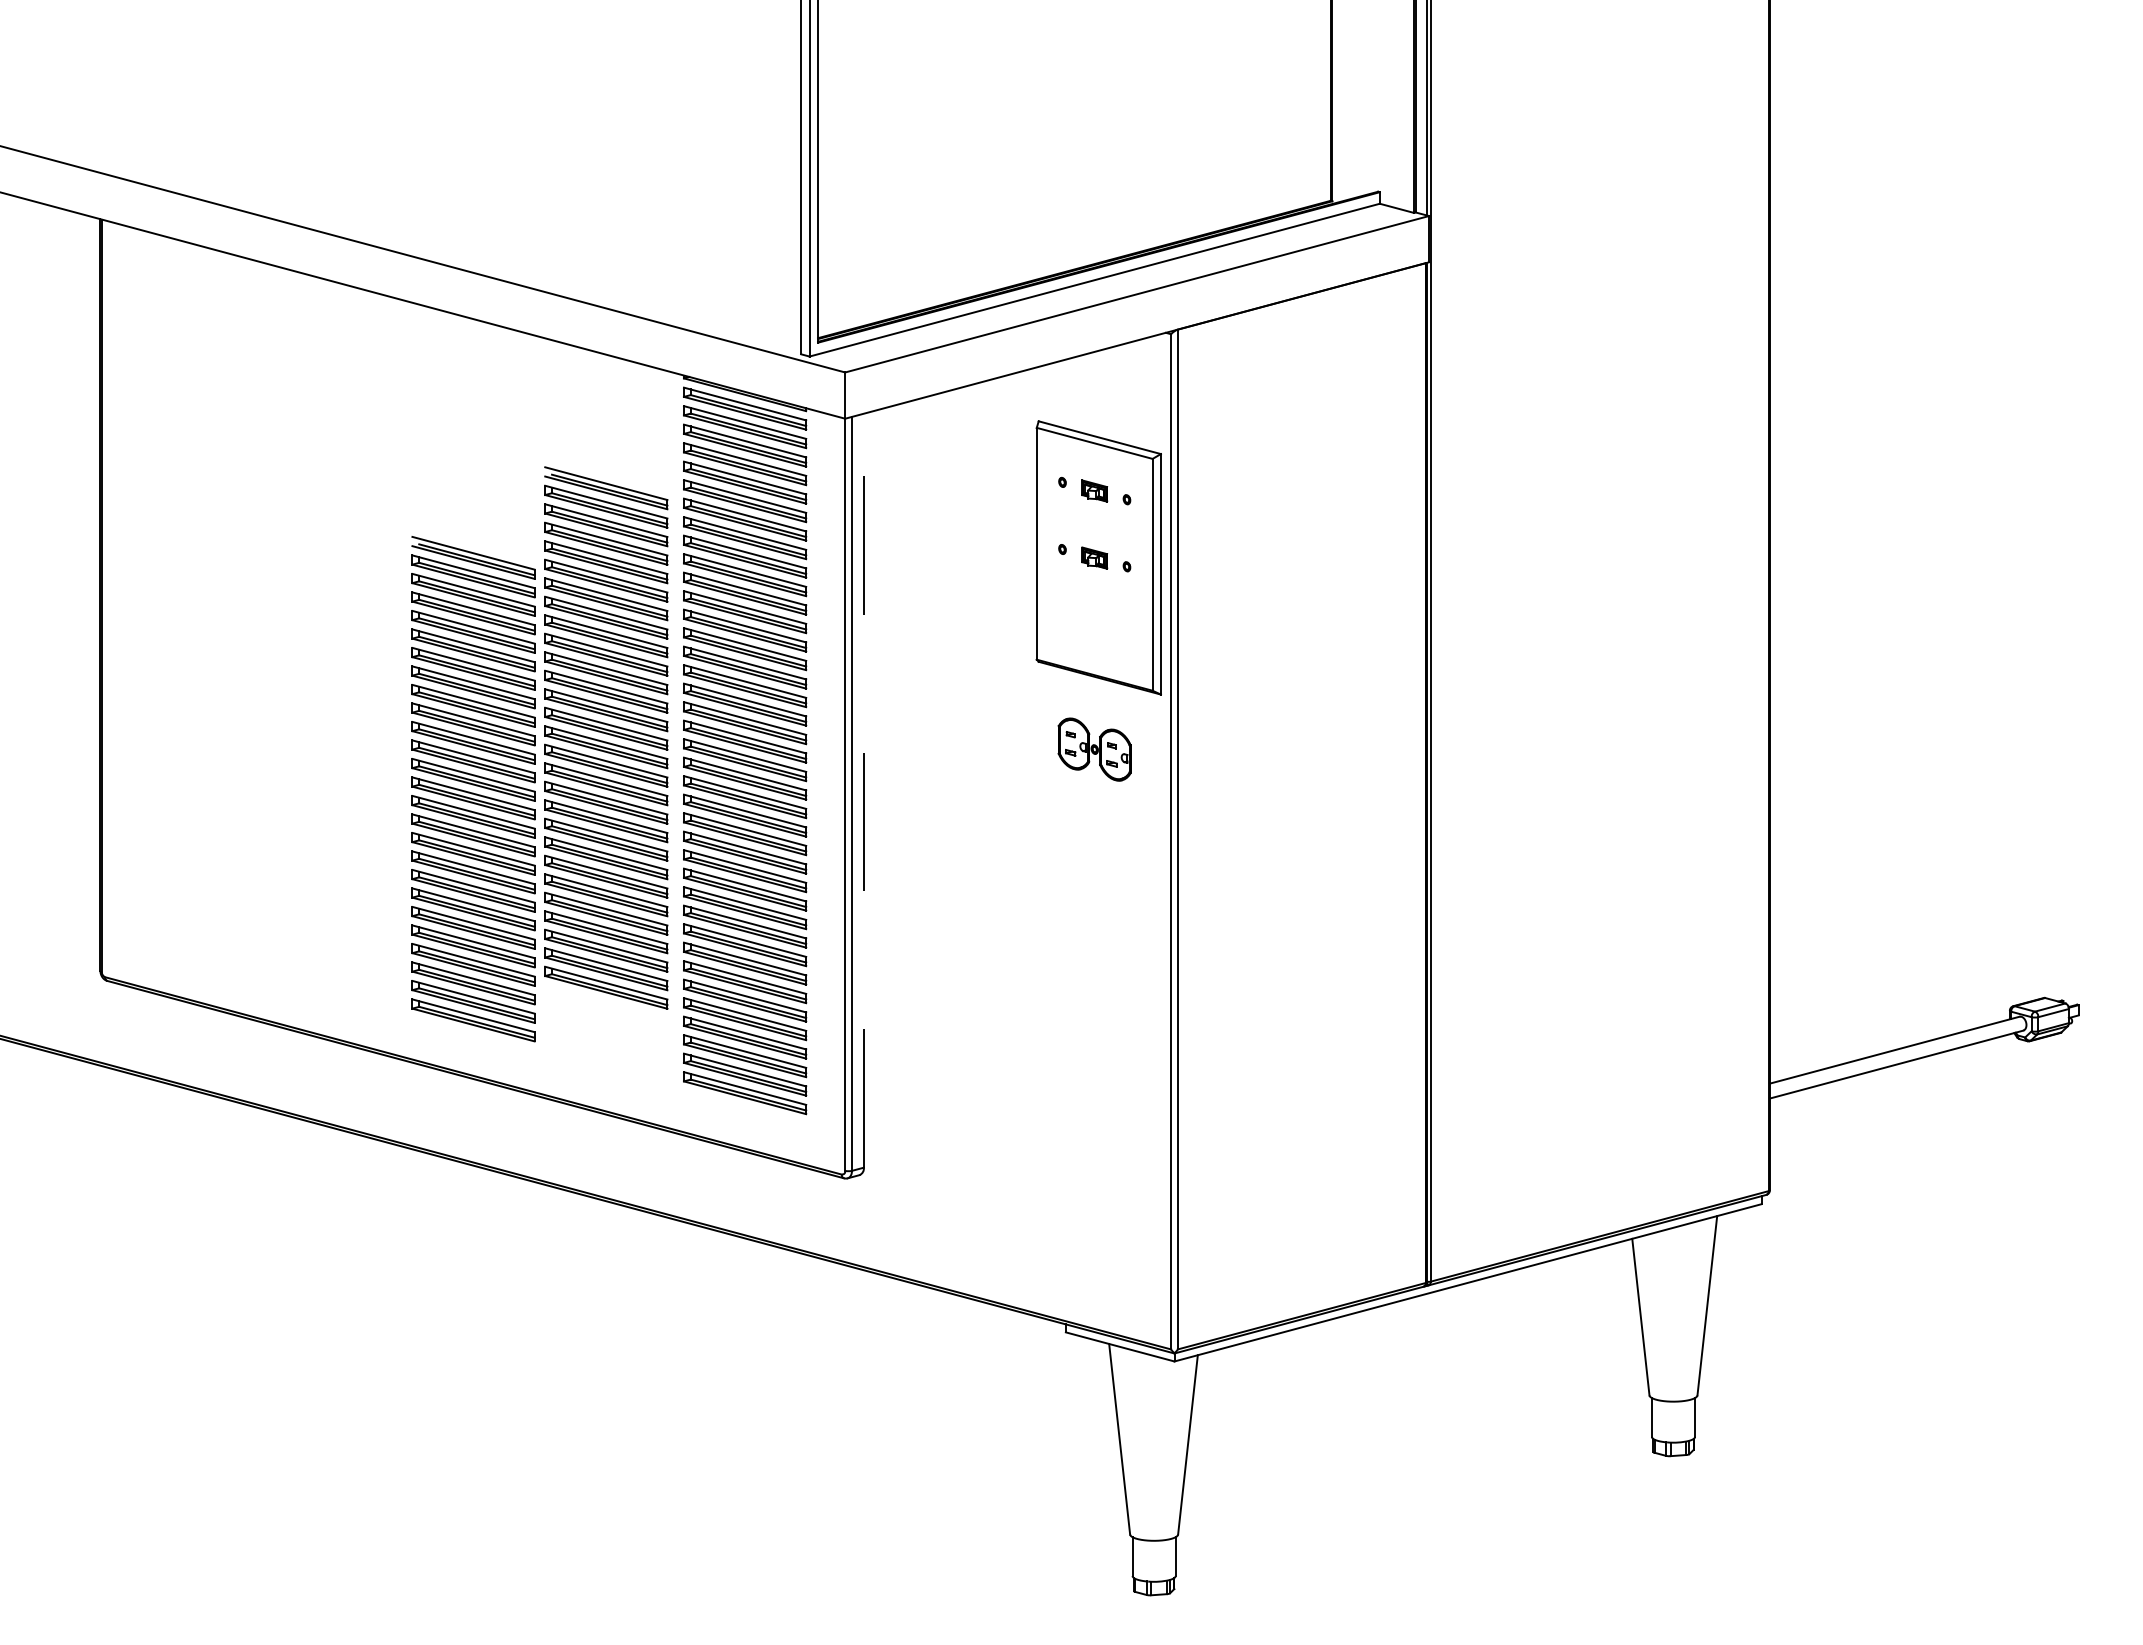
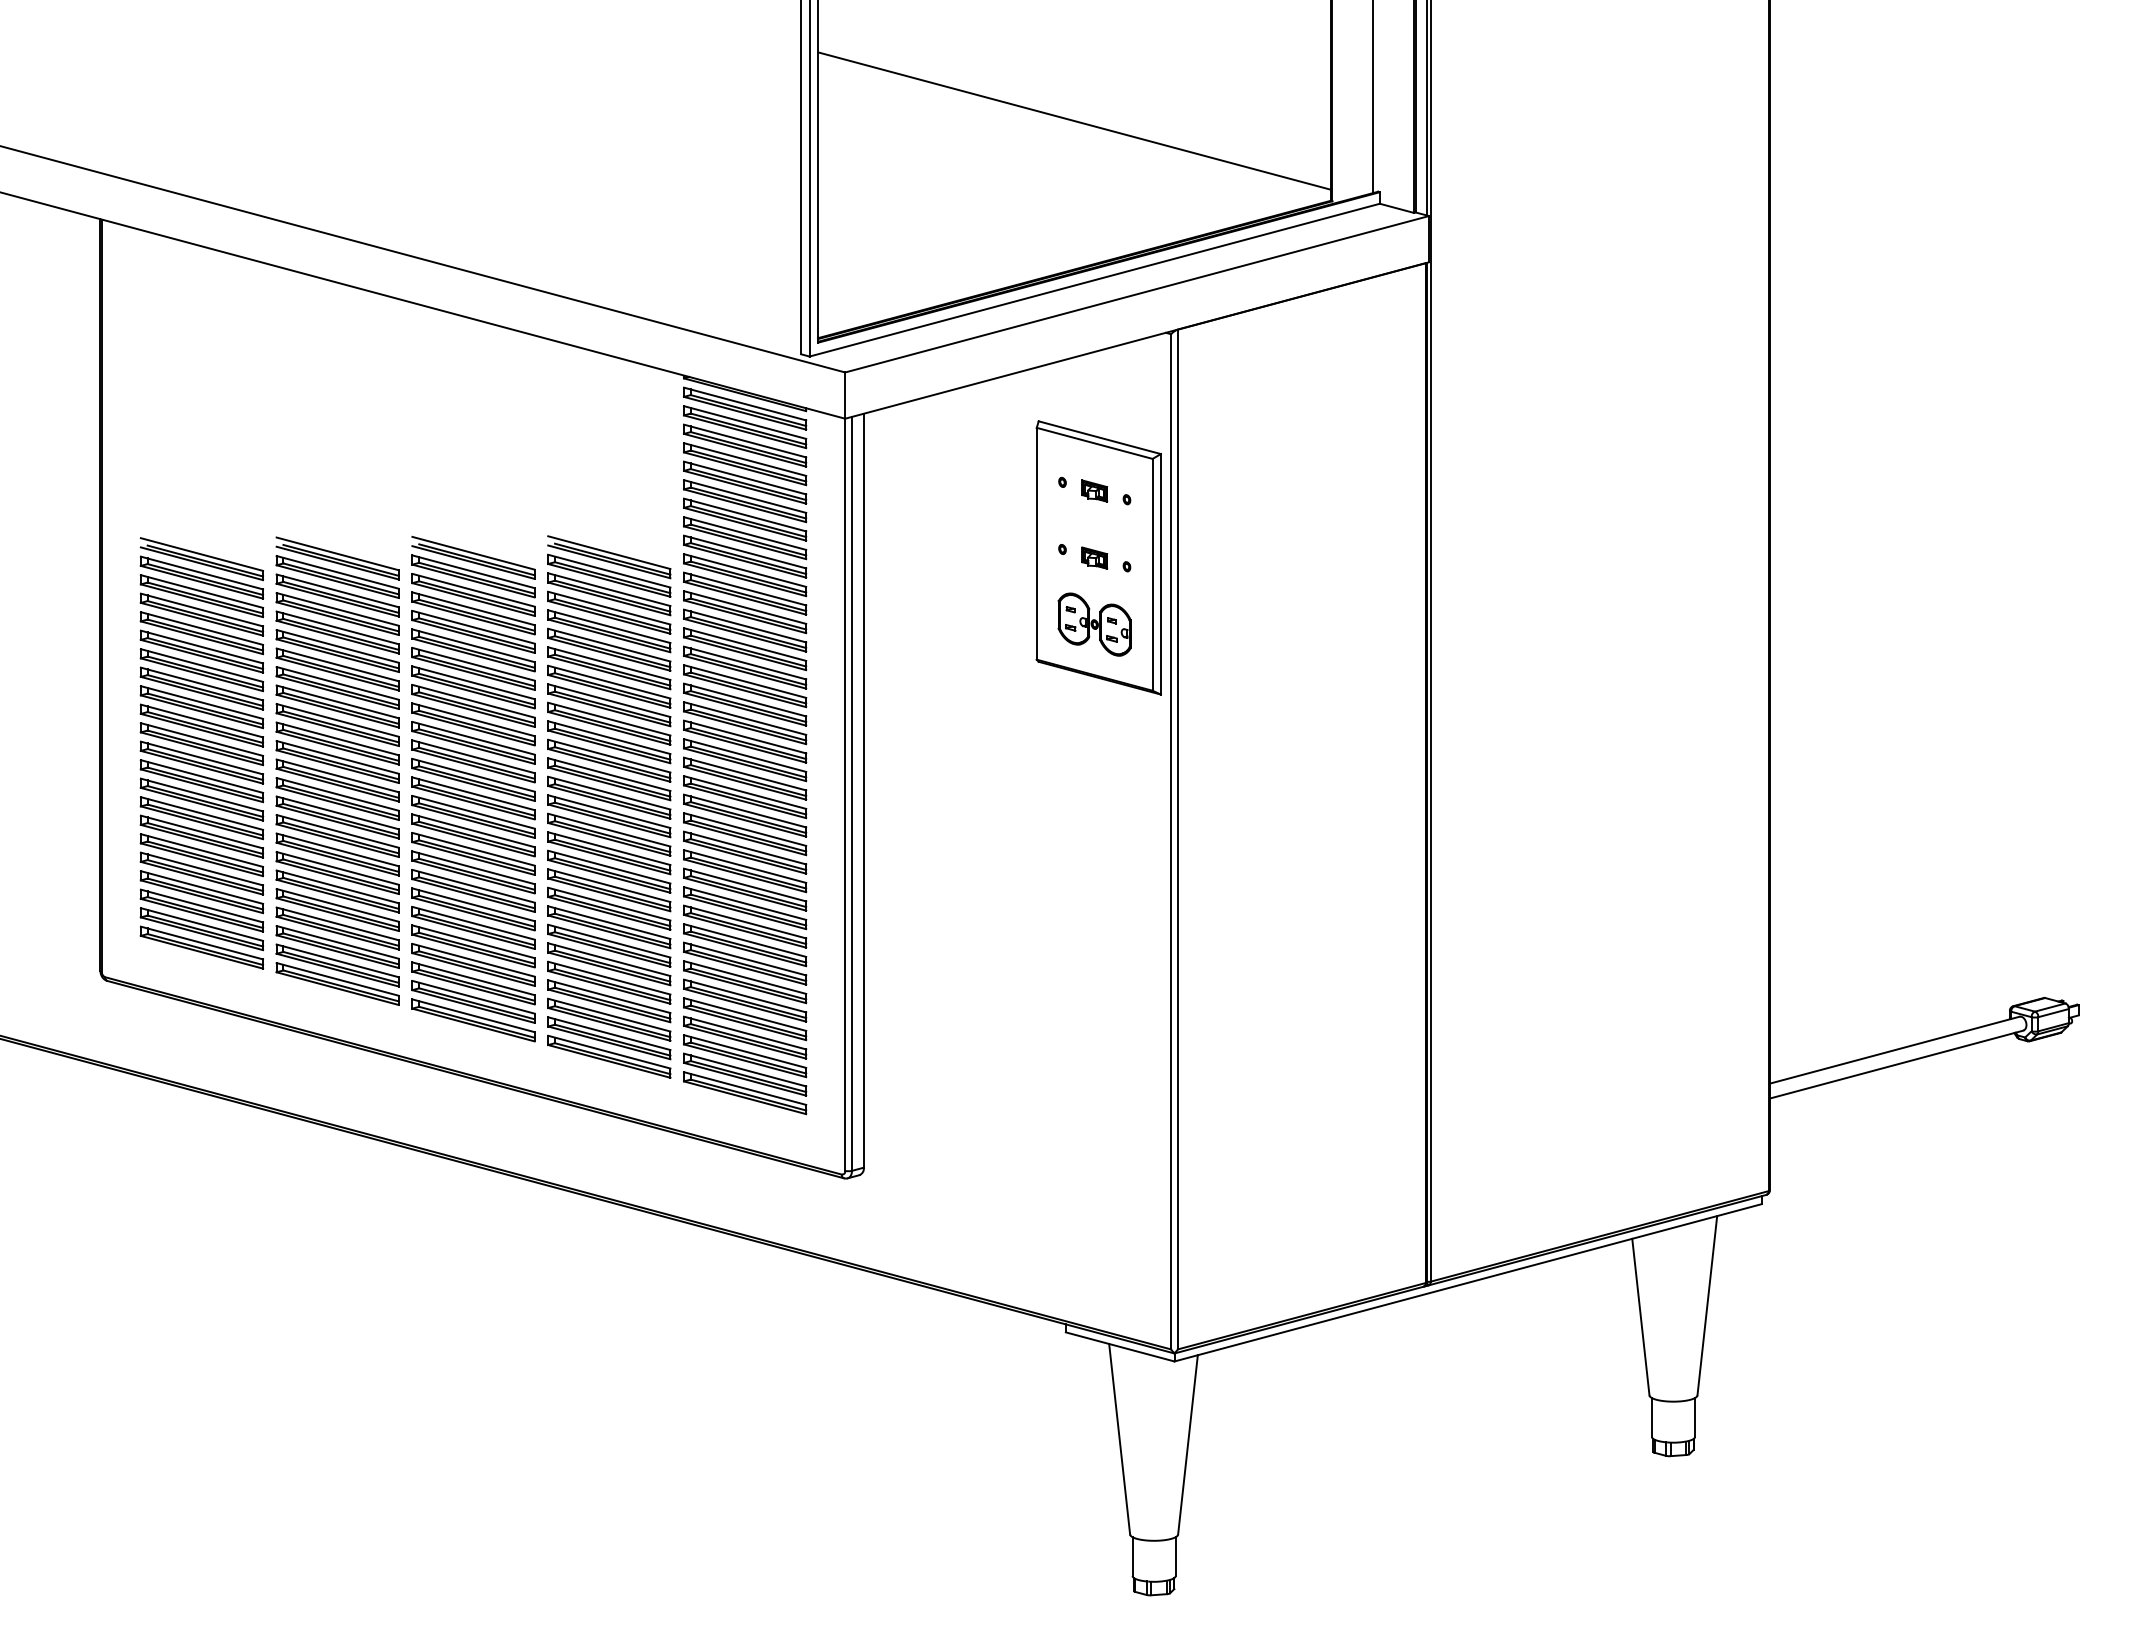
line at (1373, 97): none -> present
line at (1074, 120): none -> present
part at (606, 737) position: (606, 737) -> (609, 806)
part at (1094, 749) position: (1094, 749) -> (1094, 624)
part at (201, 753): none -> present
part at (337, 770): none -> present
line at (863, 790): dashed -> solid
